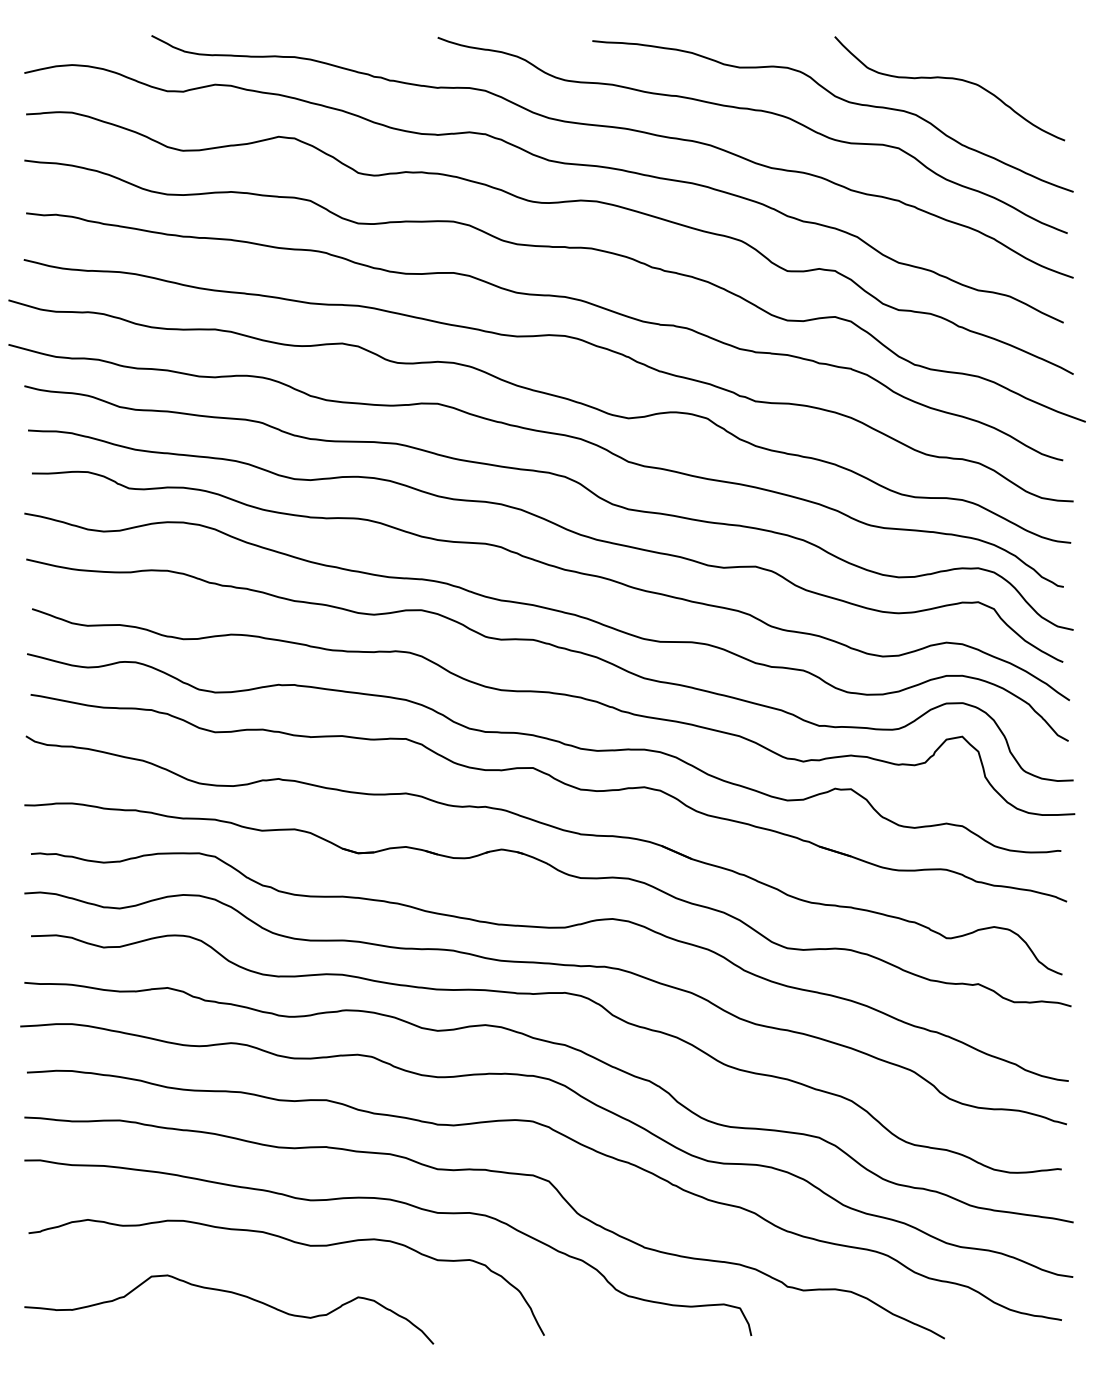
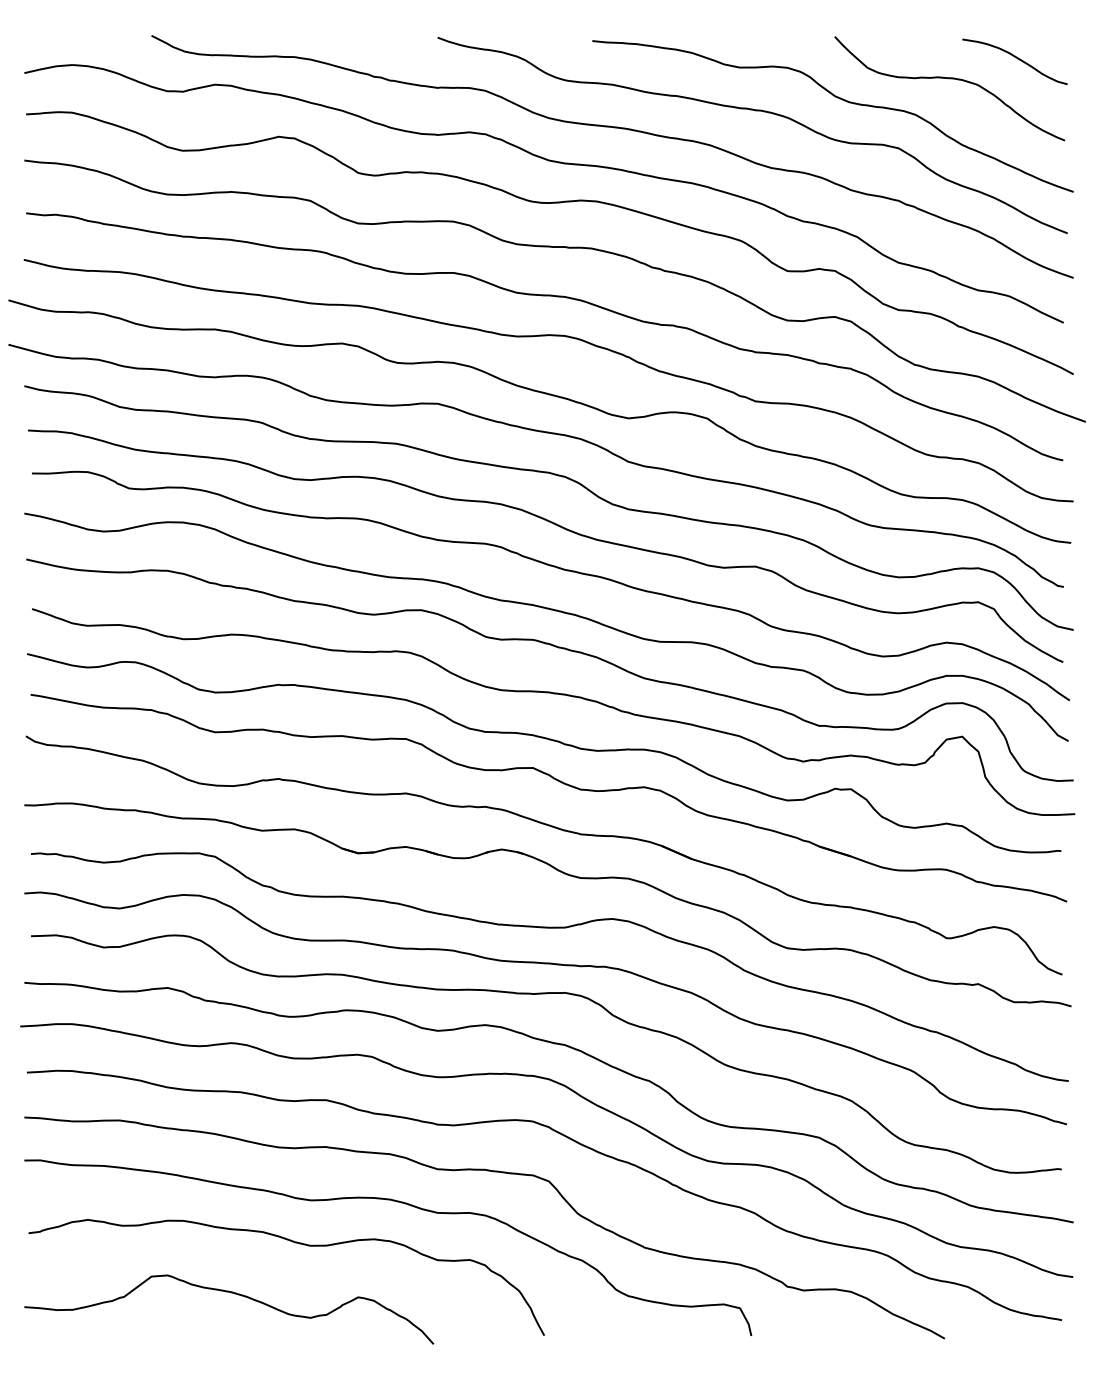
curve at (1016, 58): none -> present
